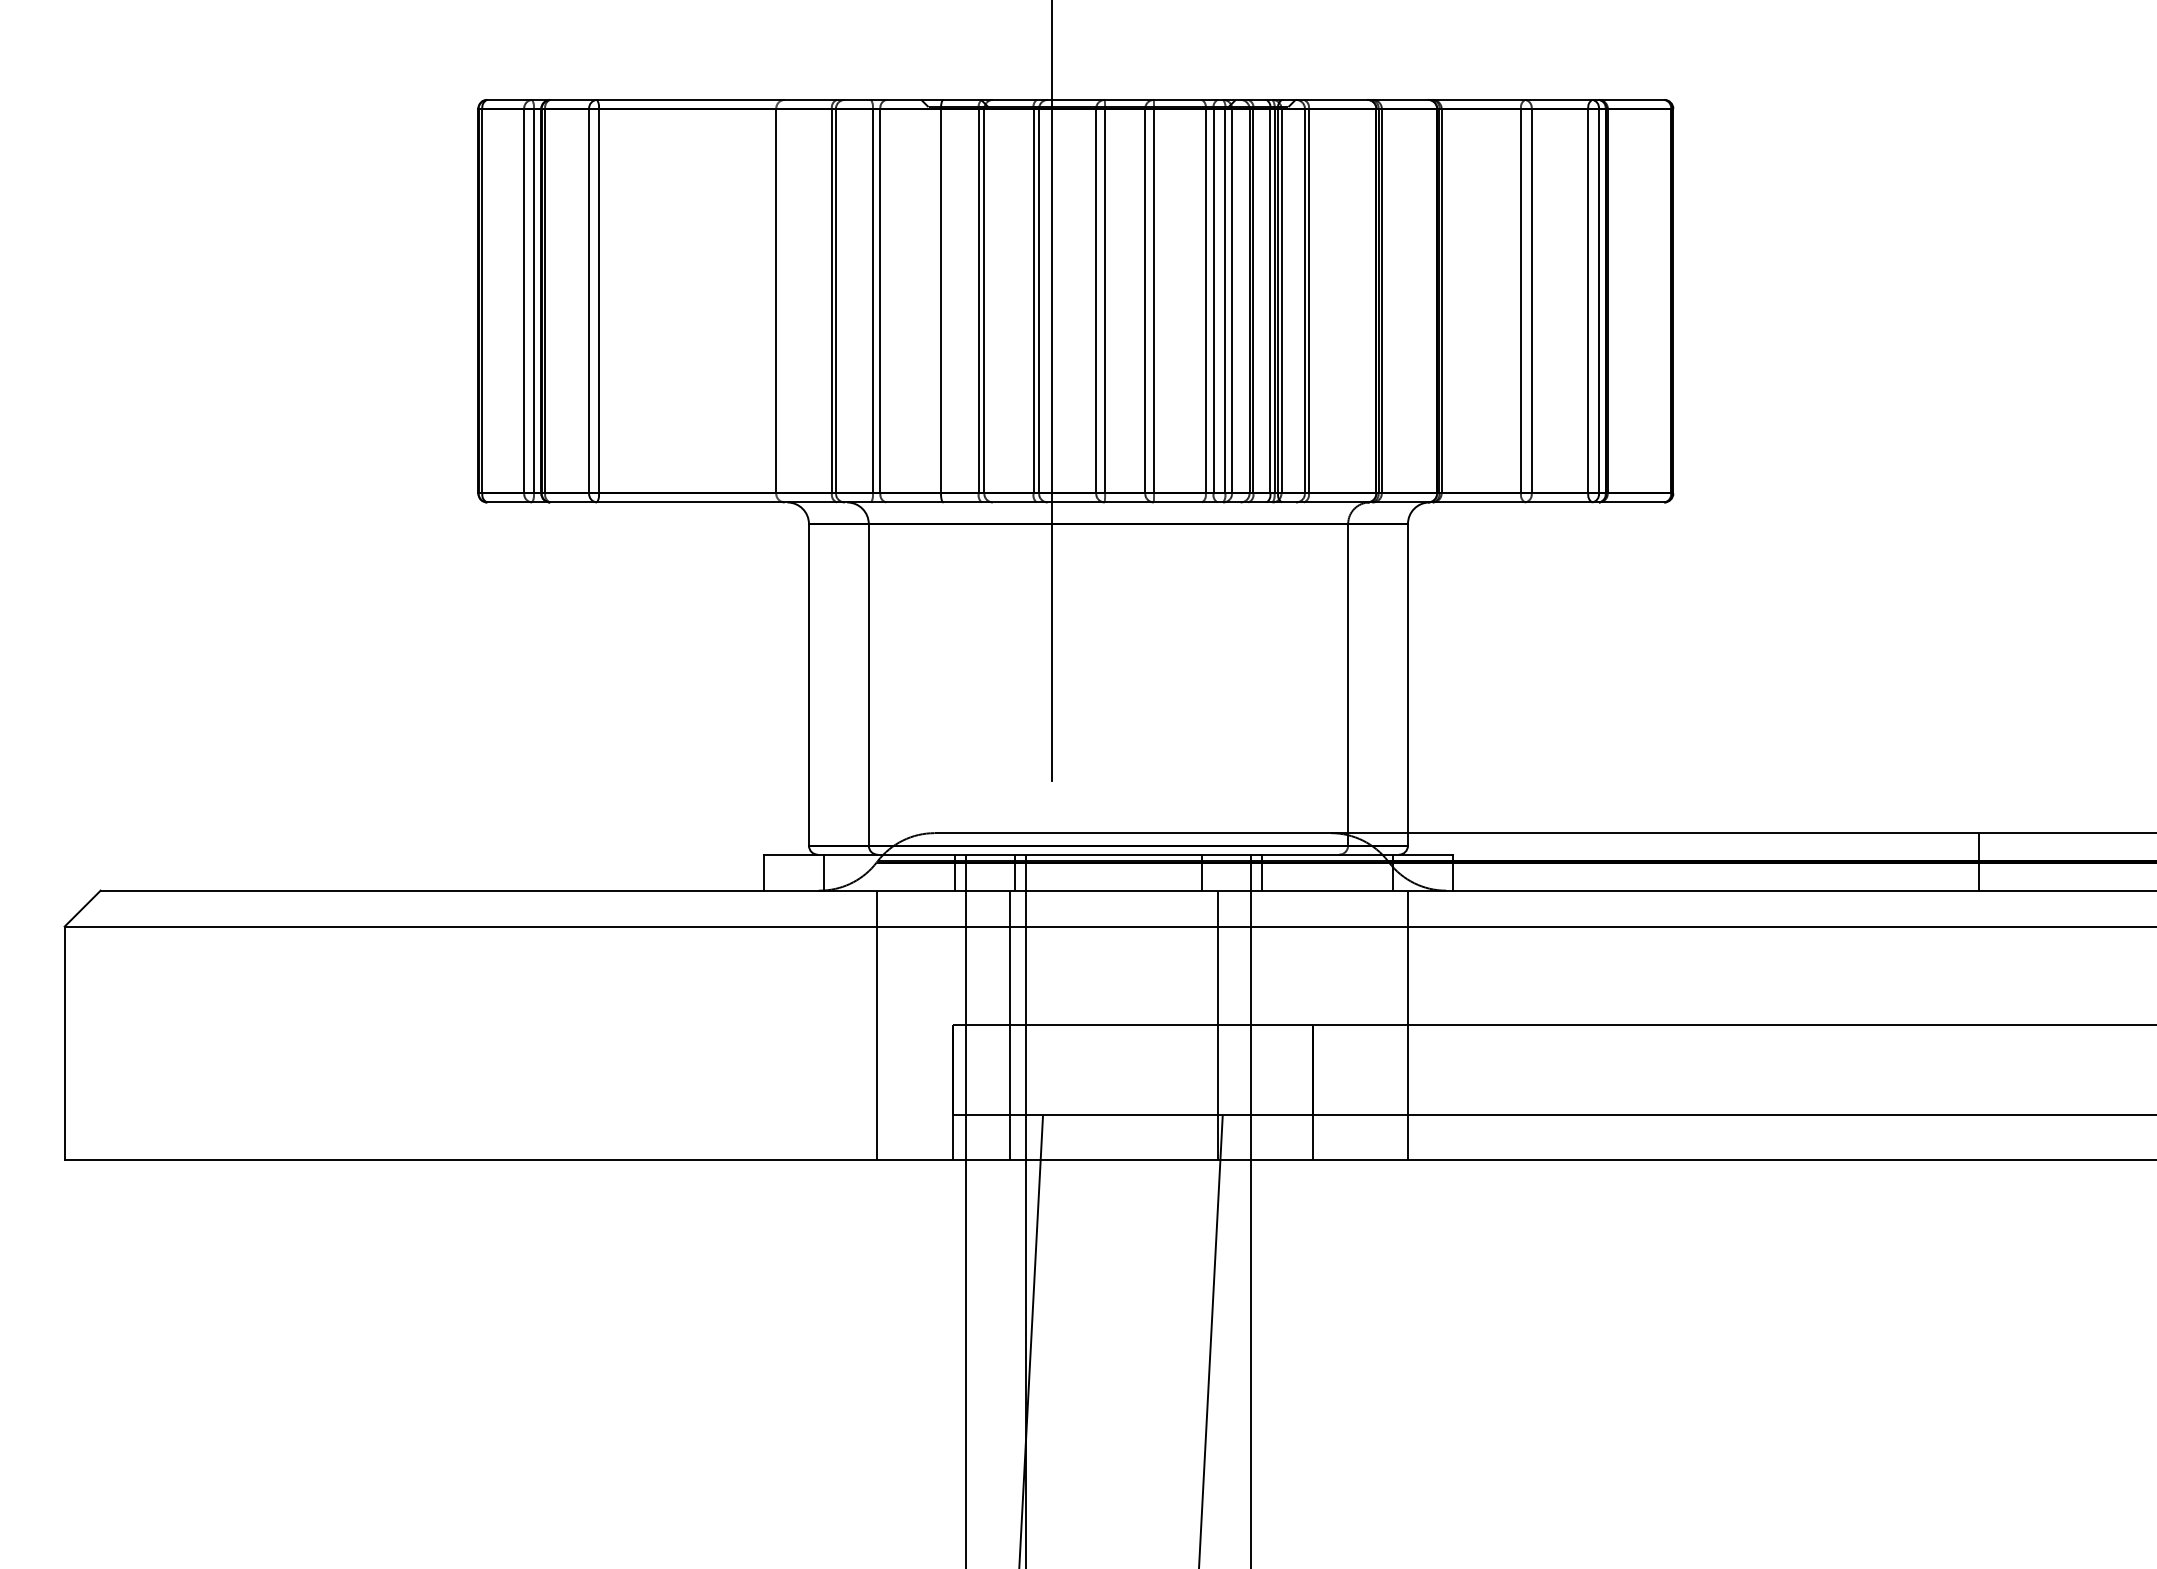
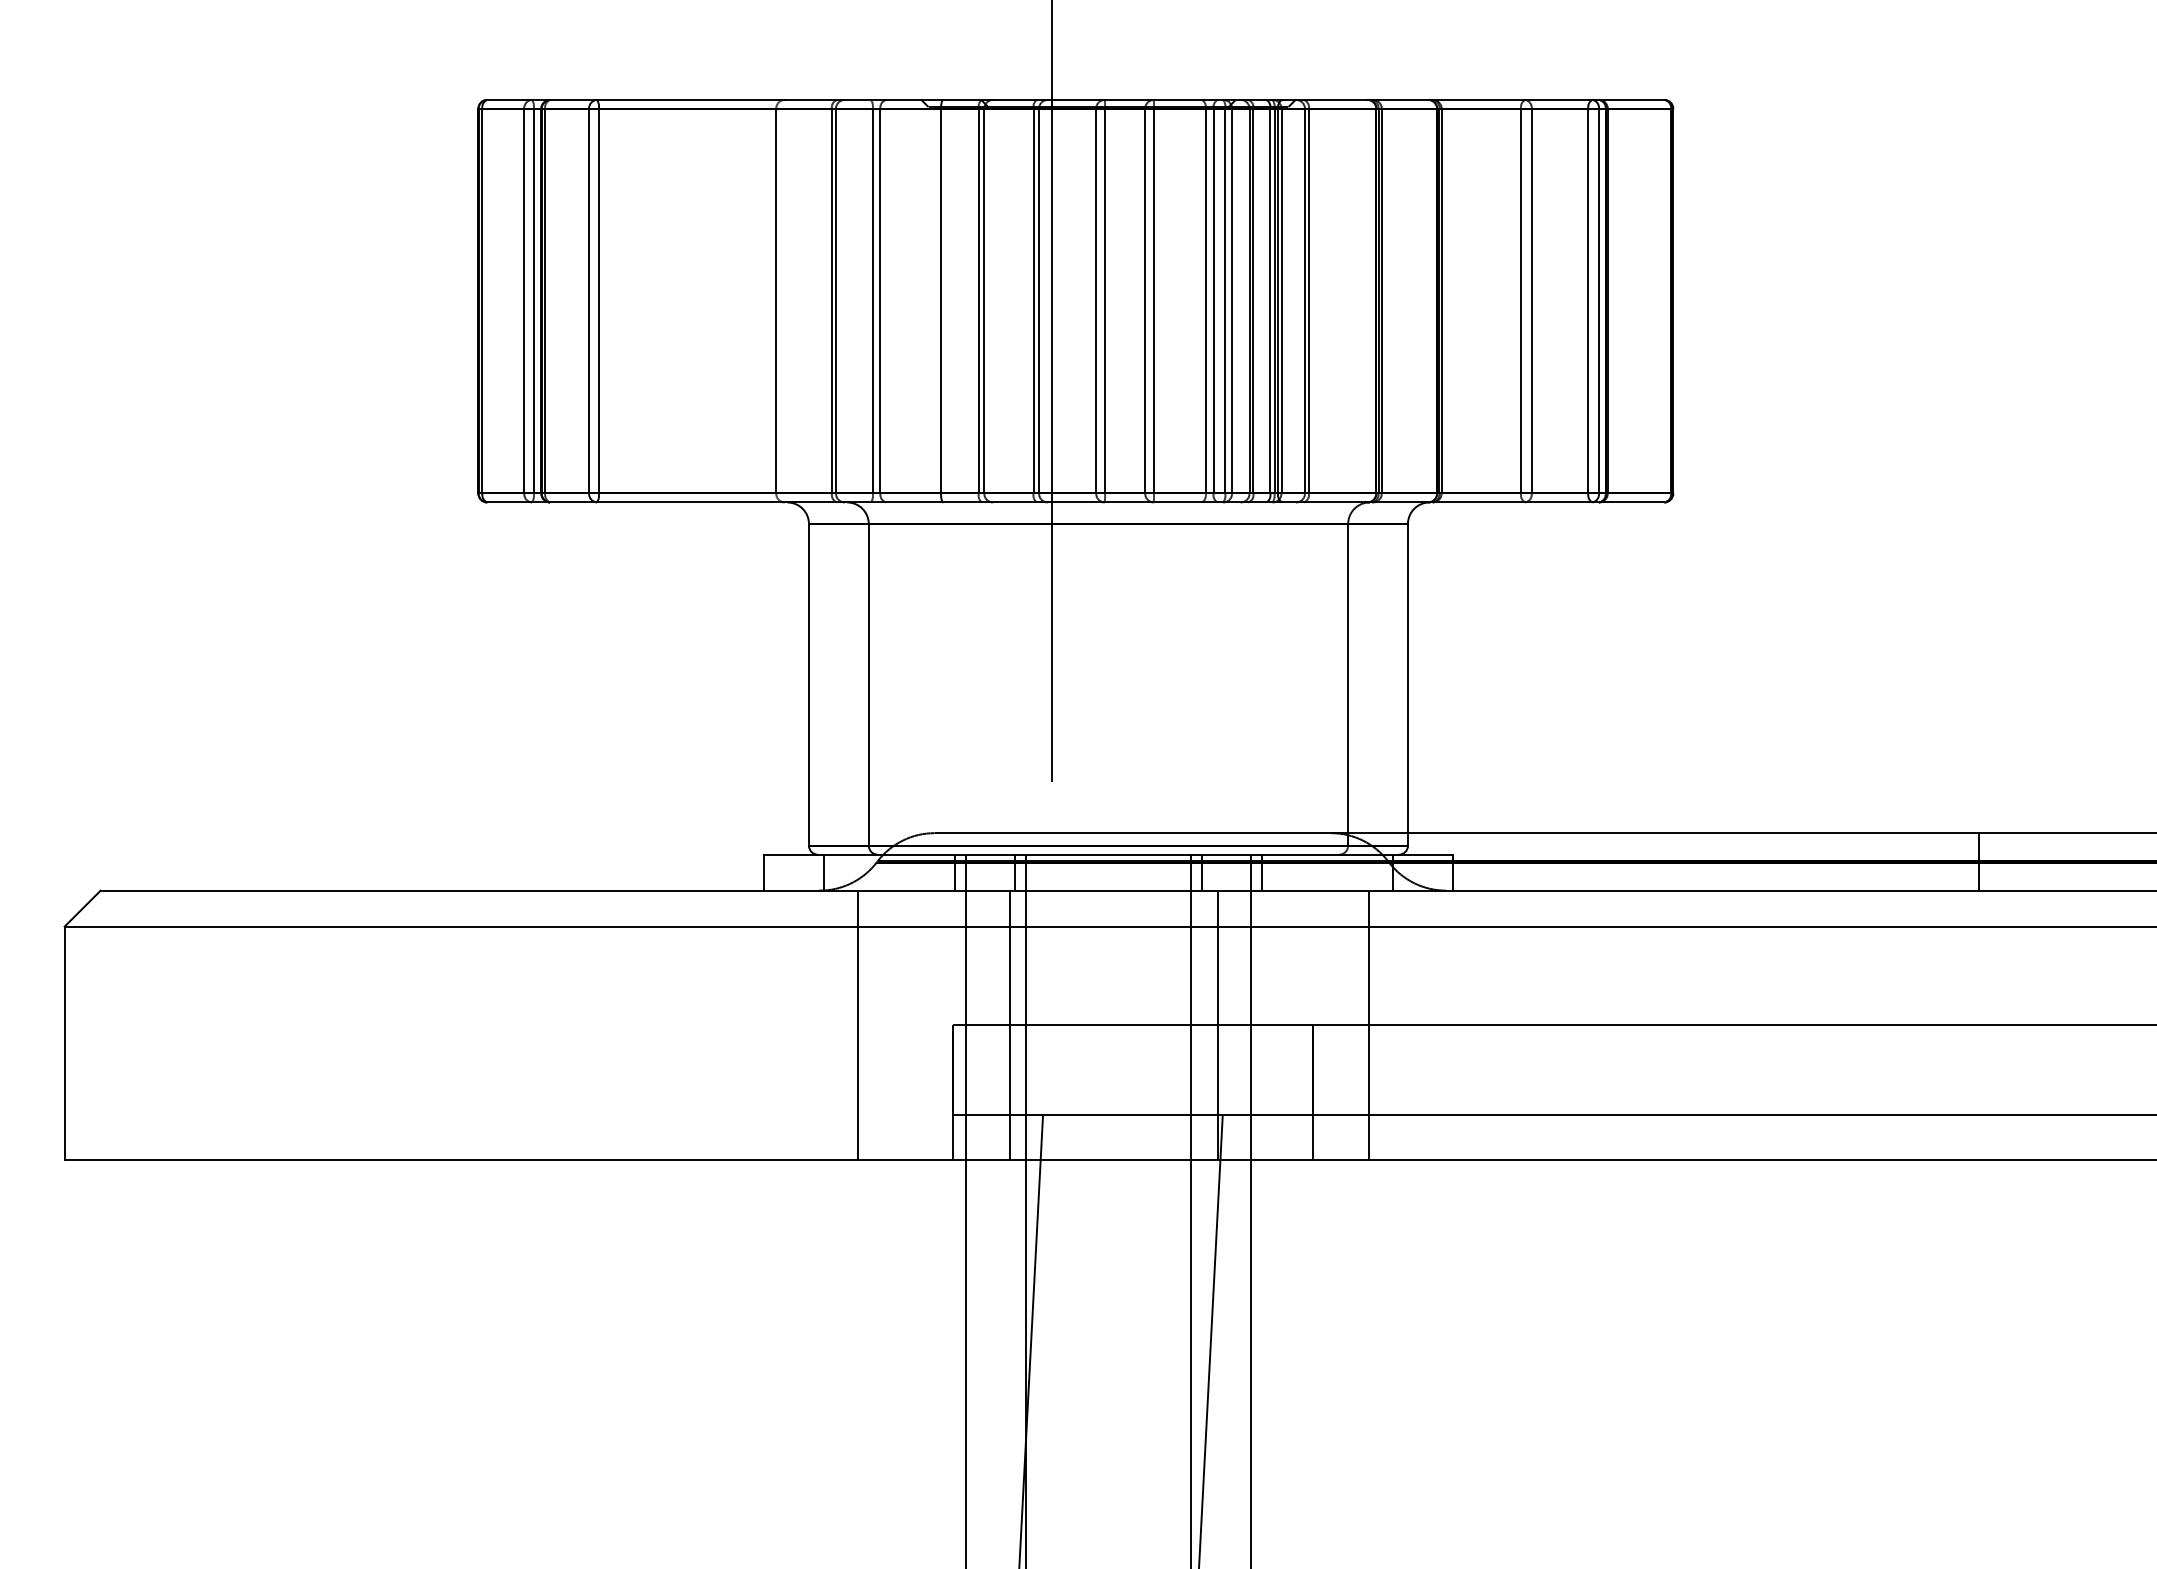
line at (877, 1025) position: (877, 1025) -> (858, 1025)
line at (1408, 1025) position: (1408, 1025) -> (1369, 1025)
line at (1190, 1209): none -> present
